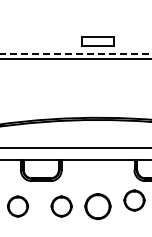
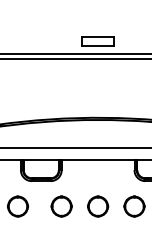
line at (76, 53): dashed -> solid
part at (134, 200) position: (134, 200) -> (134, 206)
part at (97, 206) size: 28x27 px -> 23x23 px
